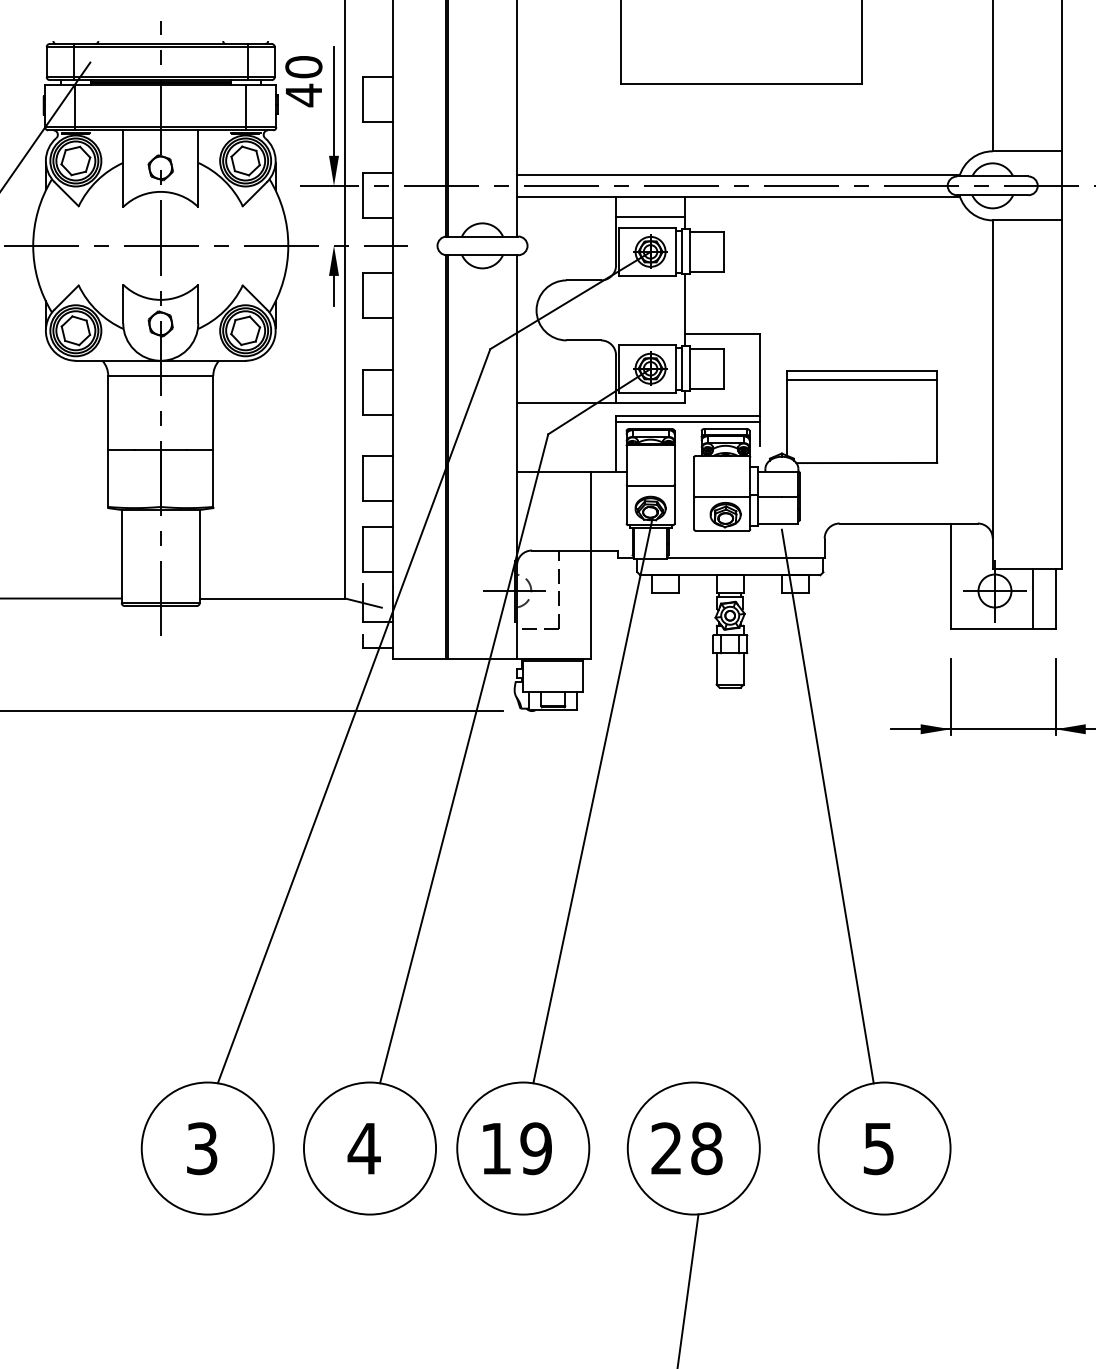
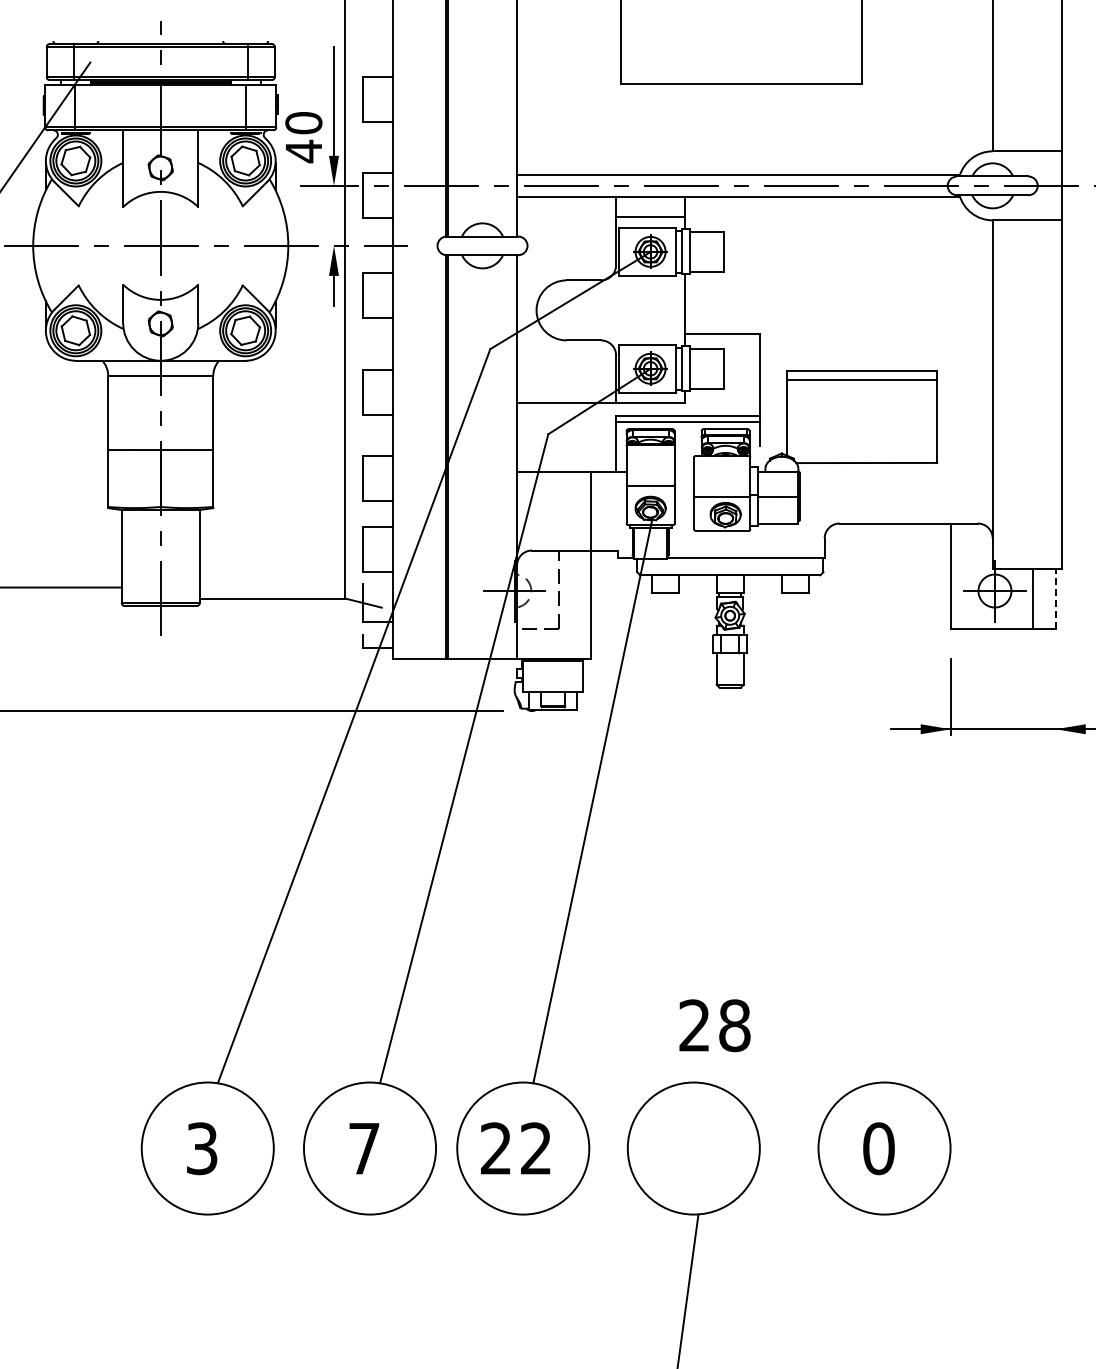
text at (303, 81) position: (303, 81) -> (303, 137)
line at (61, 598) position: (61, 598) -> (61, 587)
line at (1055, 598): solid -> dashed
line at (1055, 696): present -> none
line at (827, 806): present -> none
text at (363, 1148): 4 -> 7
text at (516, 1148): 19 -> 22
text at (686, 1148) position: (686, 1148) -> (714, 1025)
text at (878, 1148): 5 -> 0
